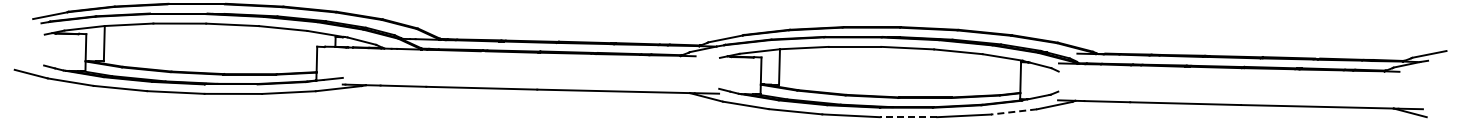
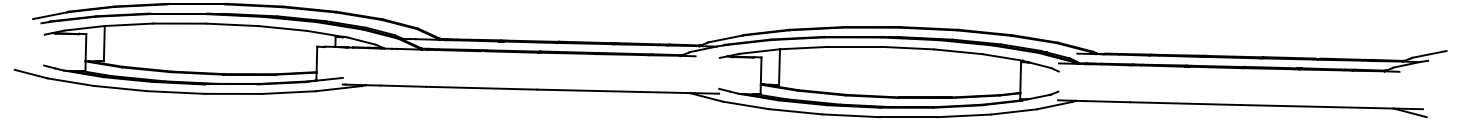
line at (1013, 111): dashed -> solid
line at (908, 117): dashed -> solid
